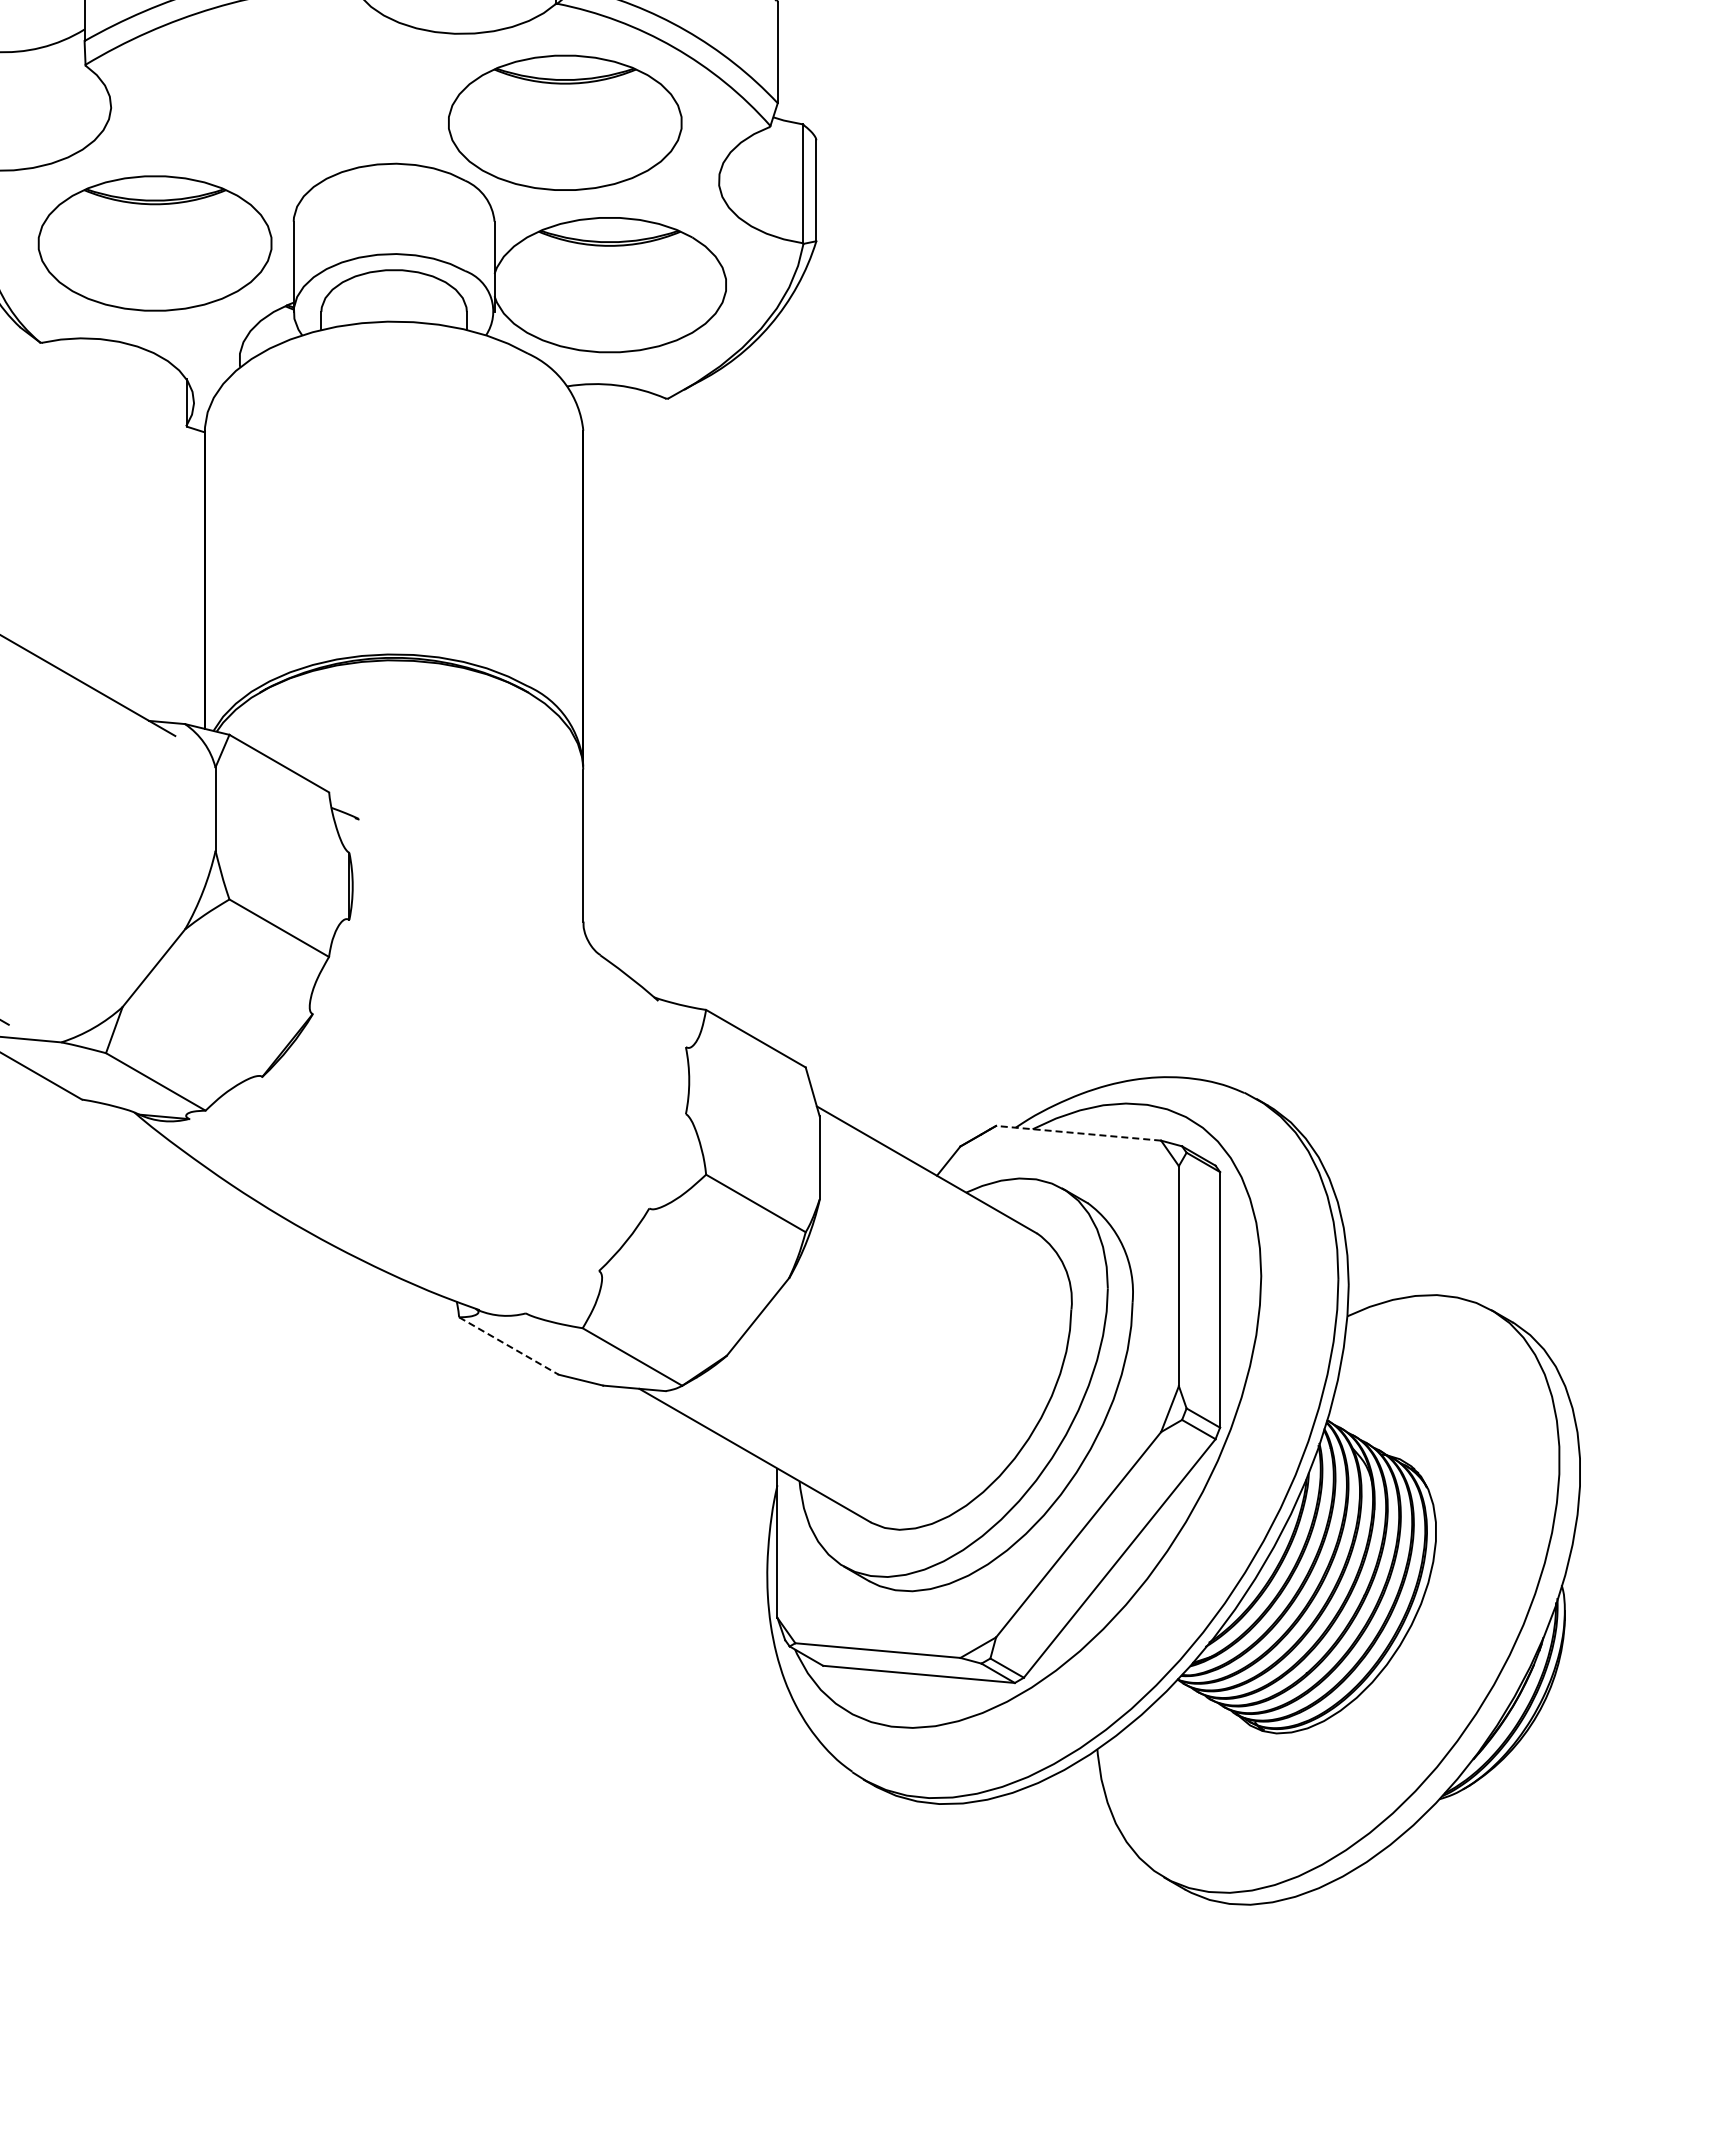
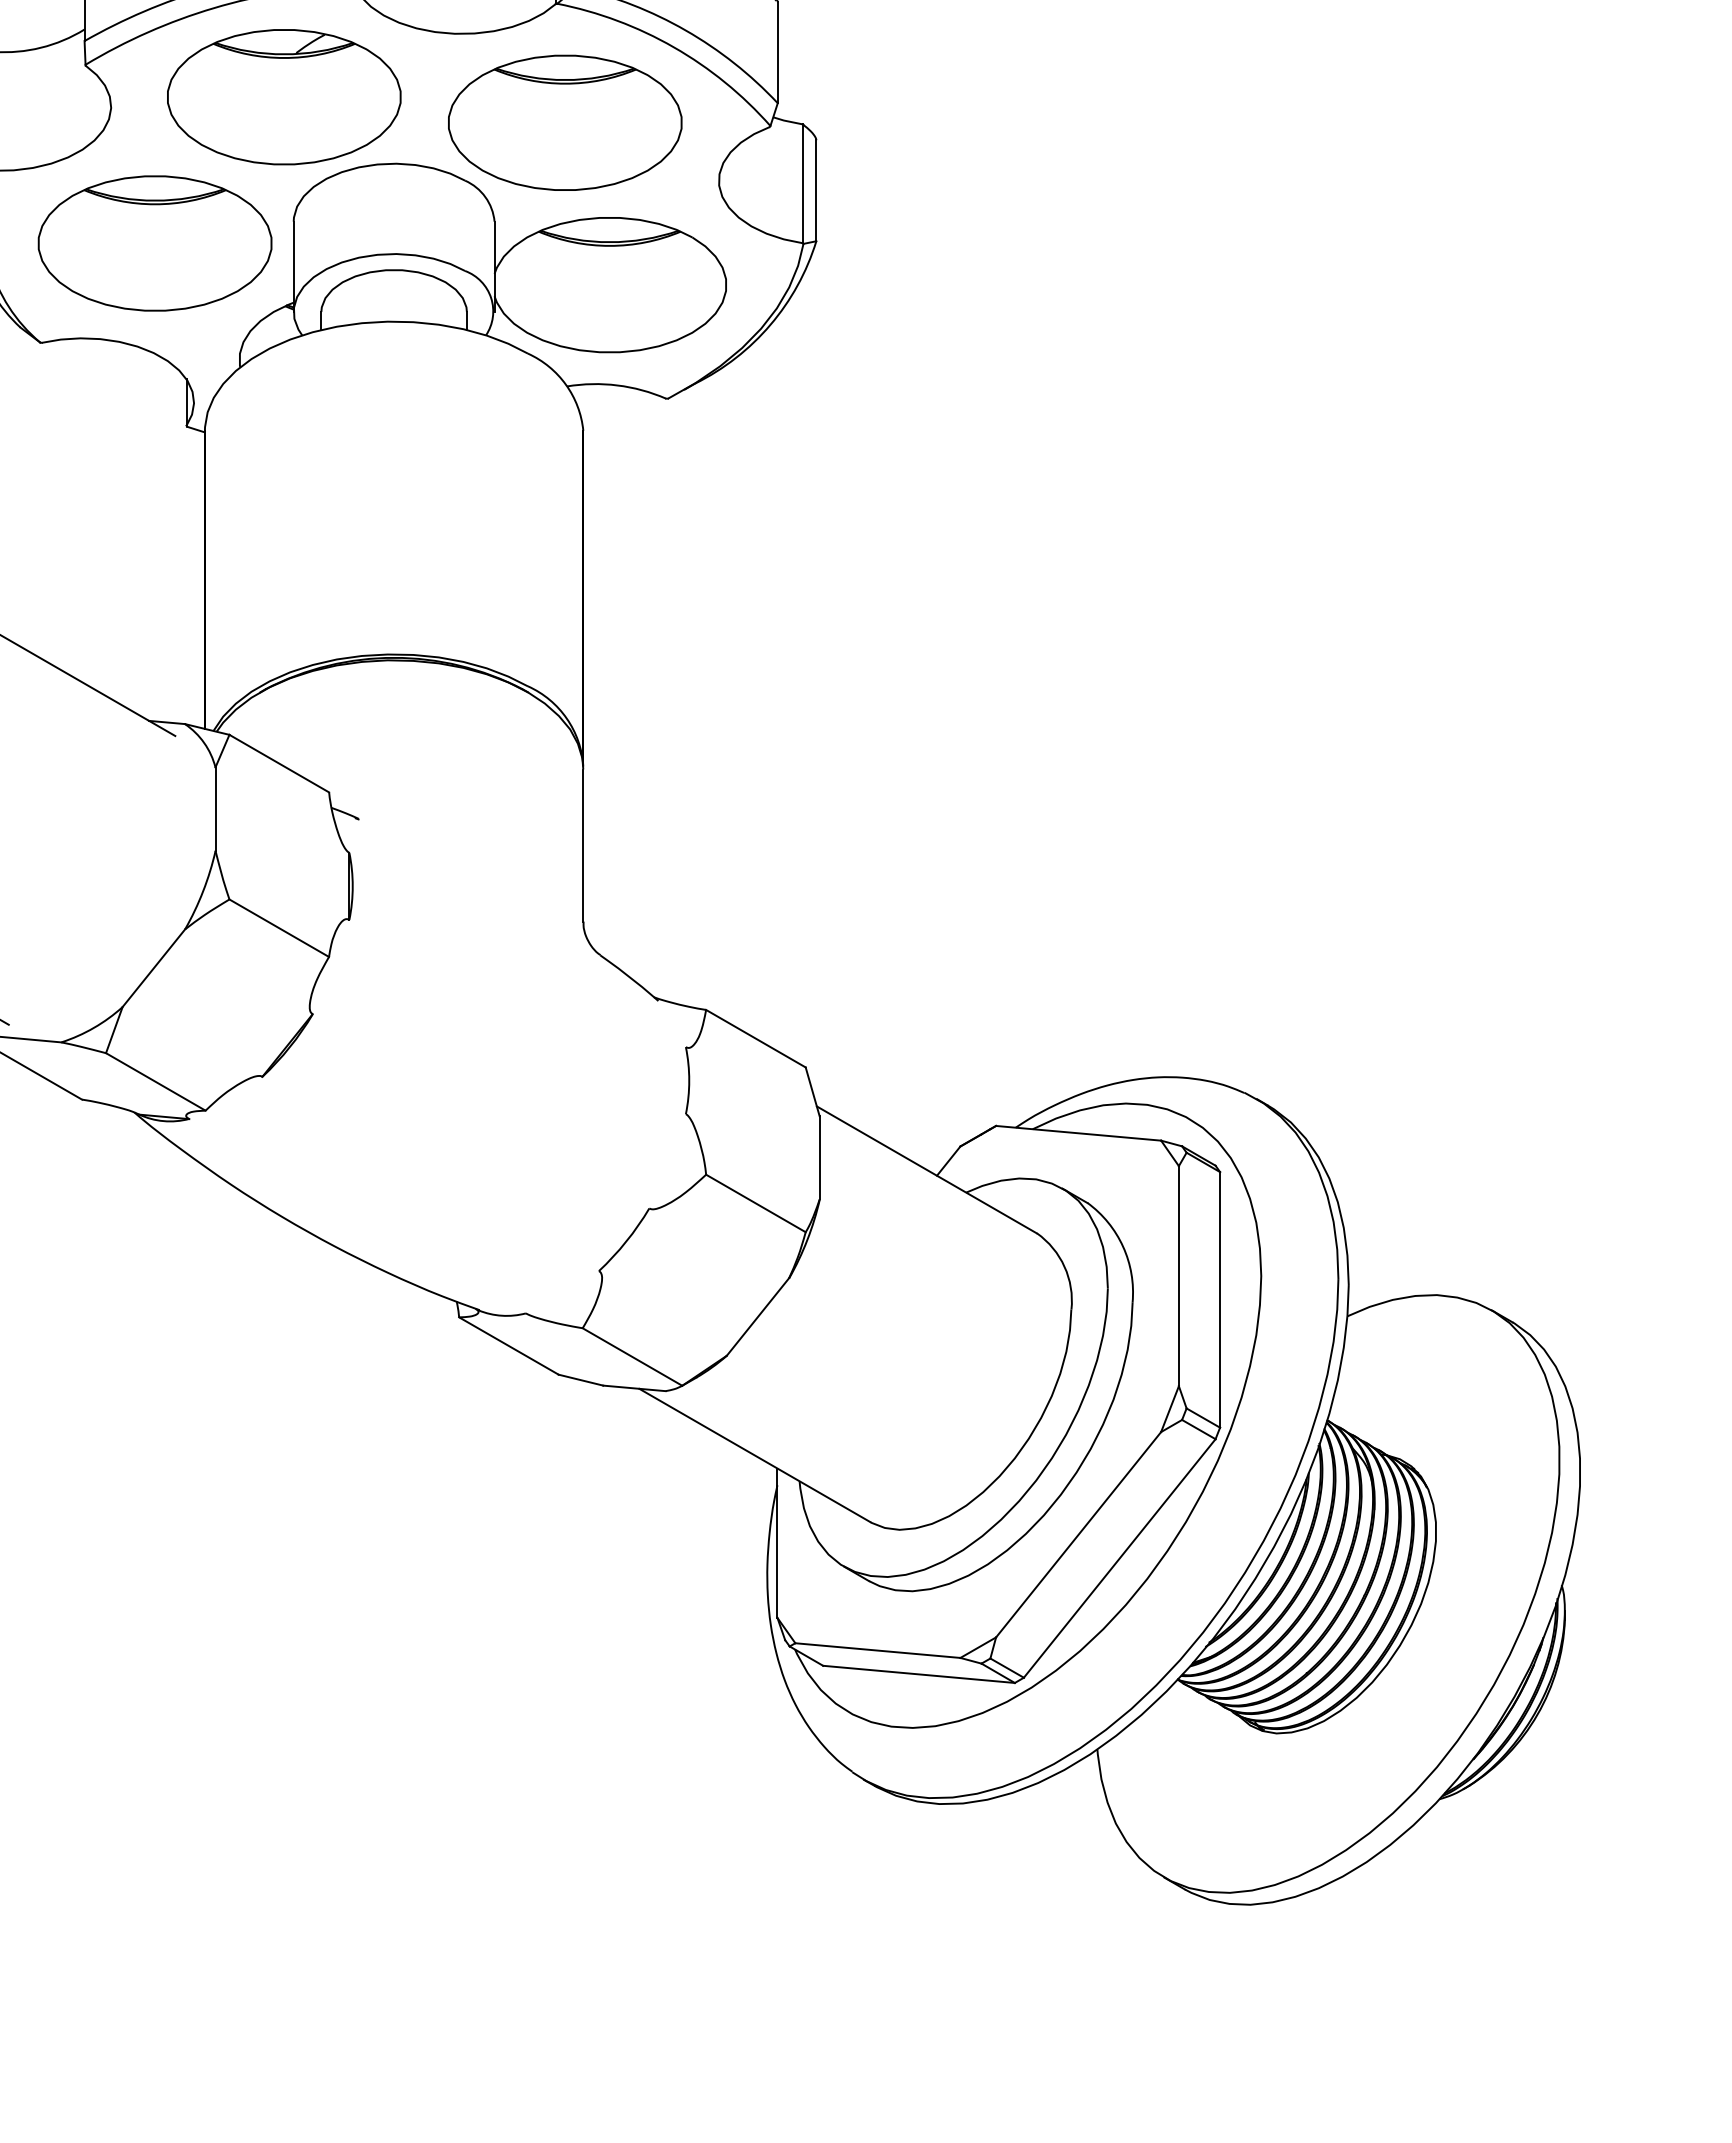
part at (284, 97): none -> present
line at (1078, 1133): dashed -> solid
line at (509, 1346): dashed -> solid
